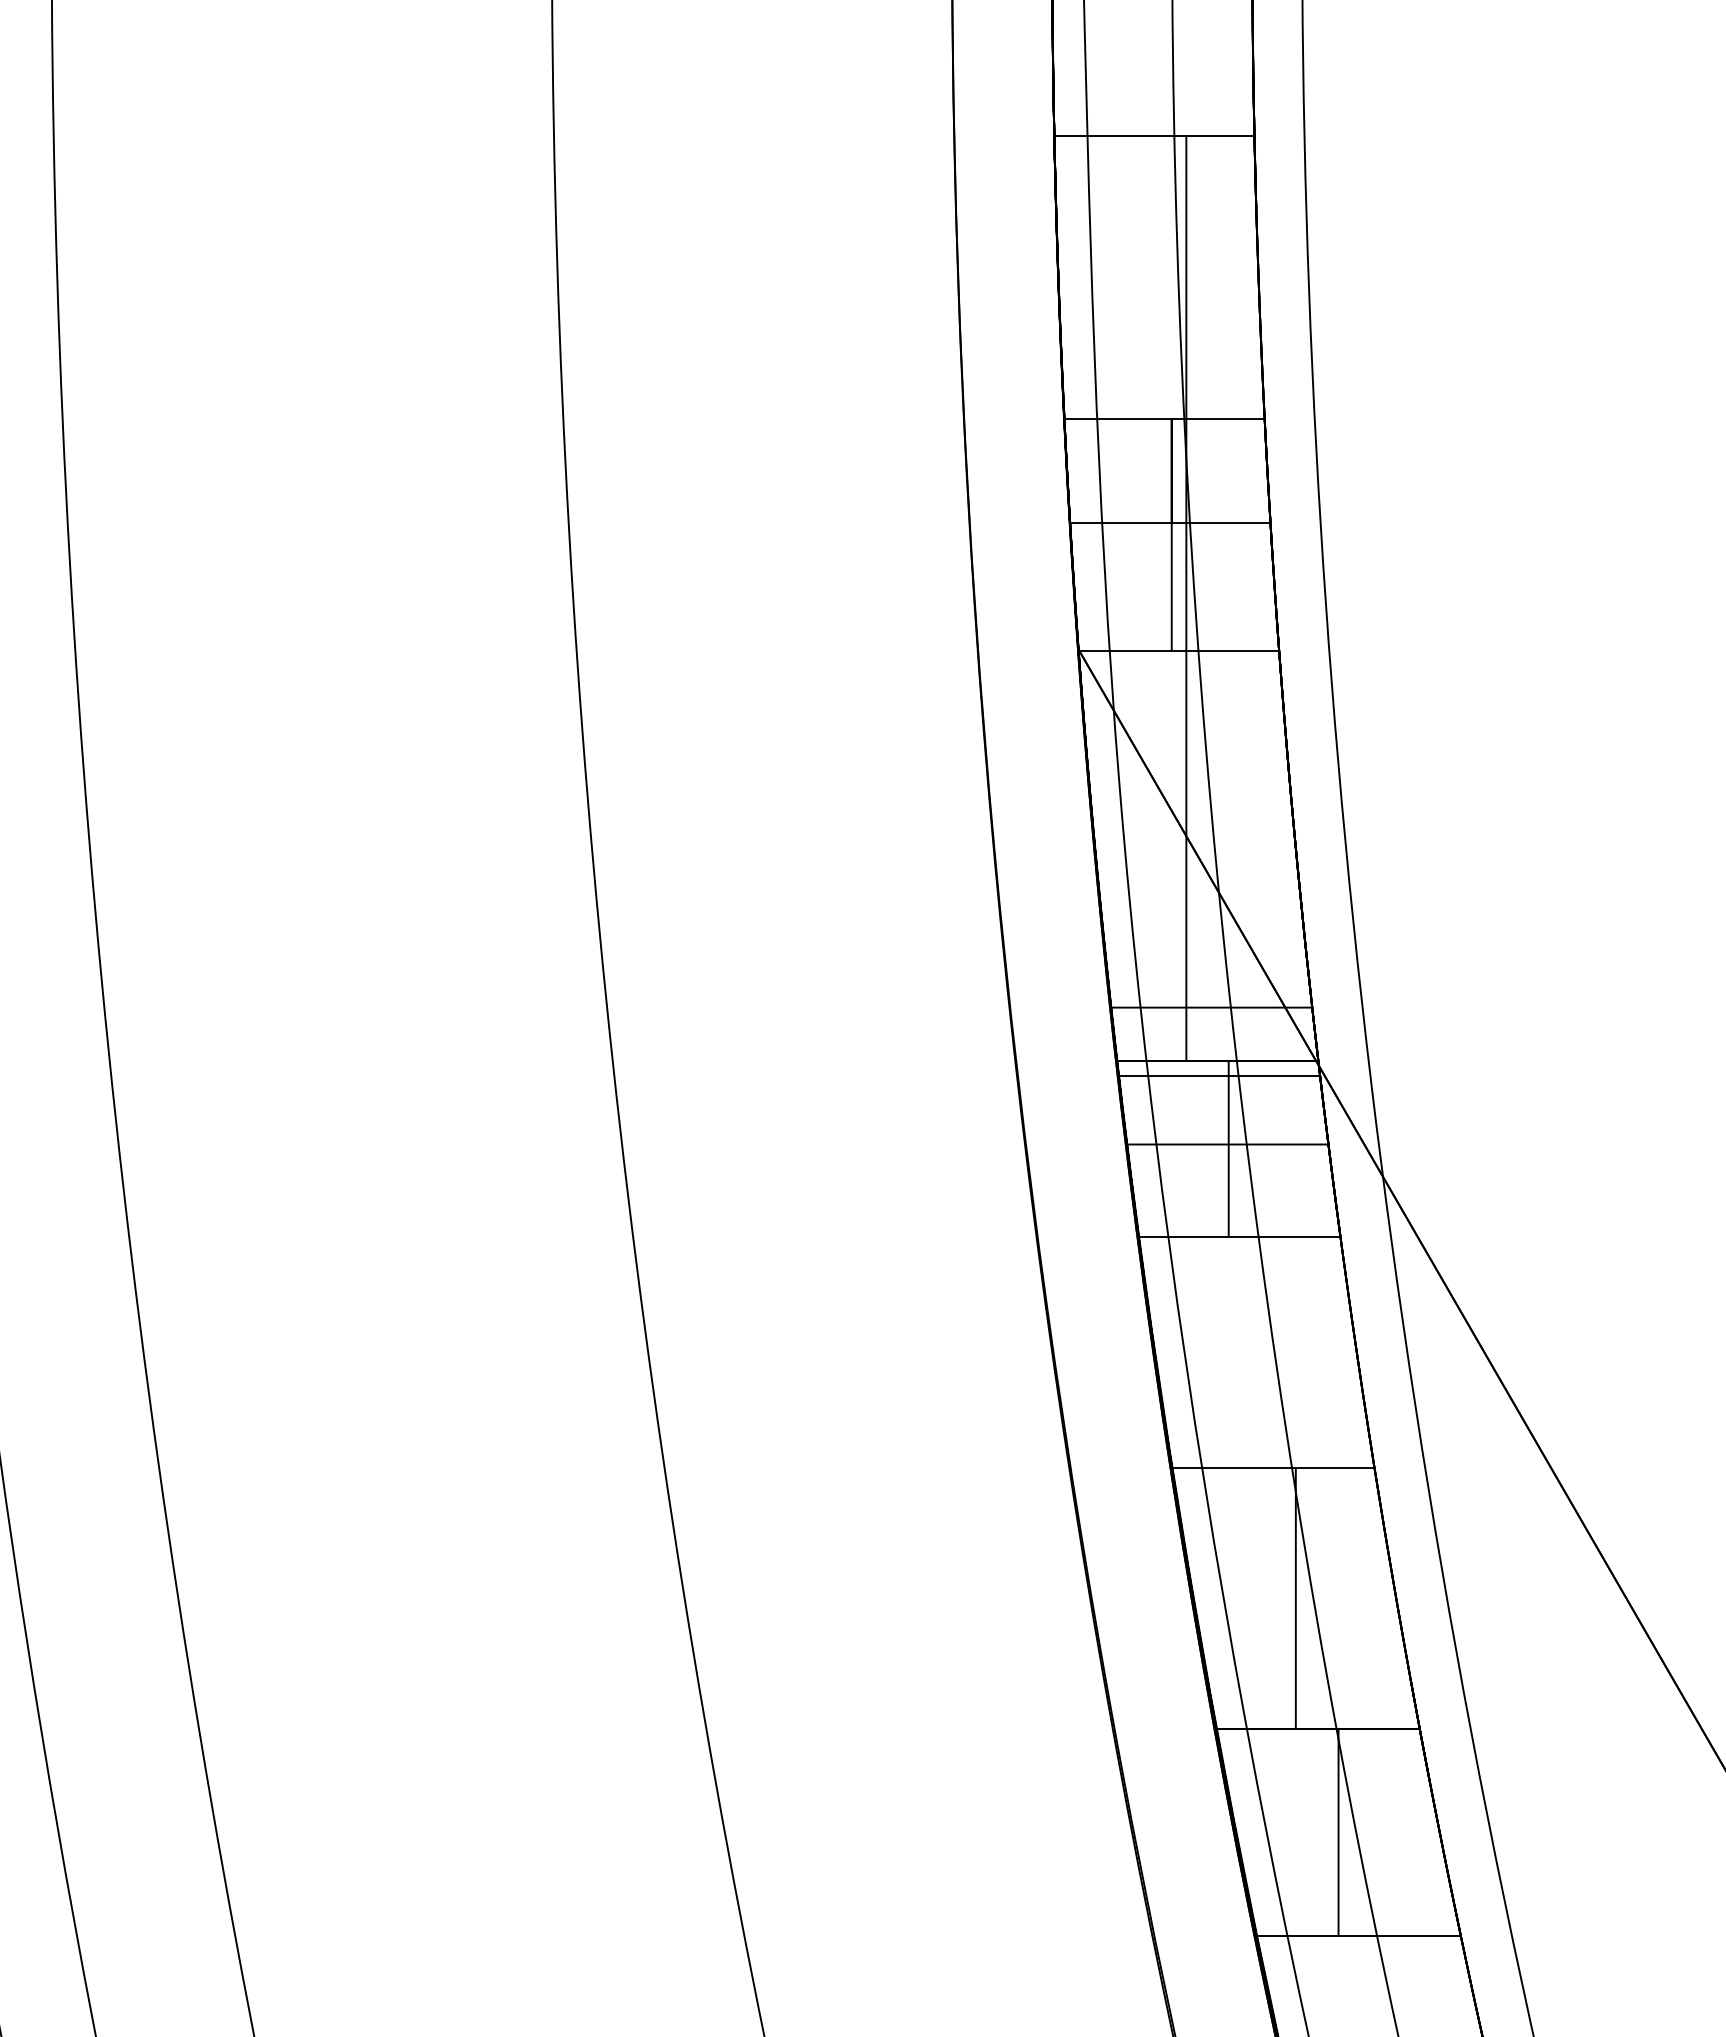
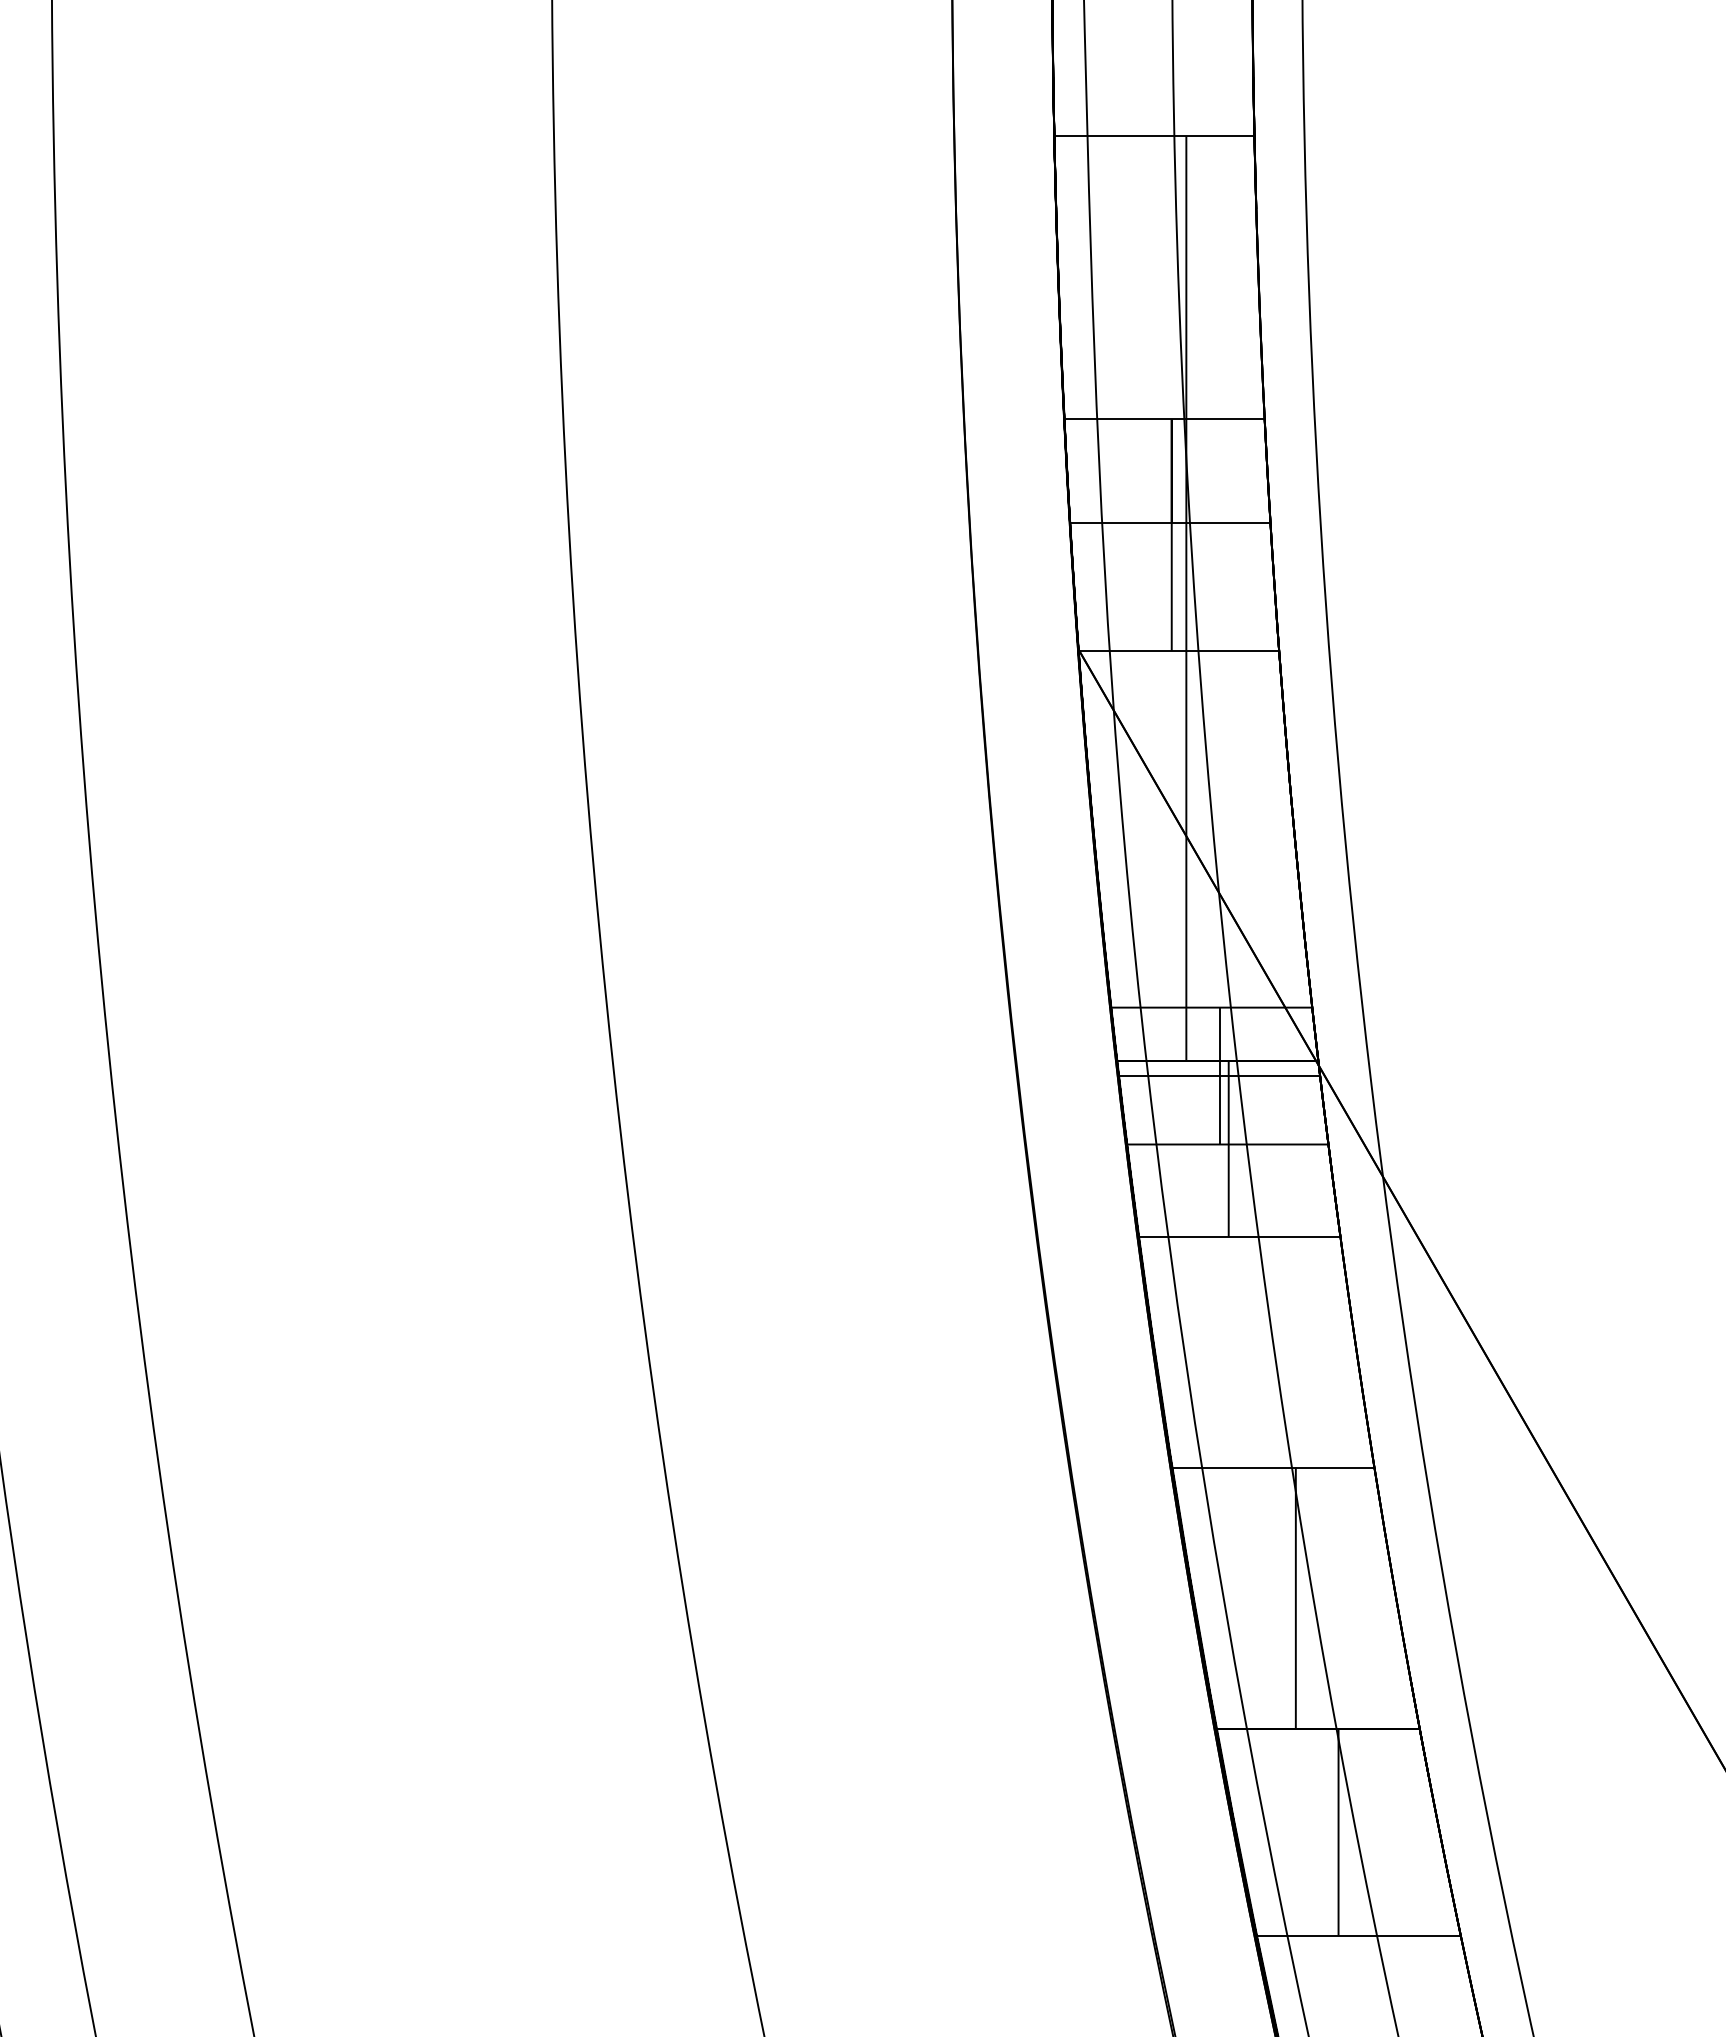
line at (1219, 1075): none -> present
